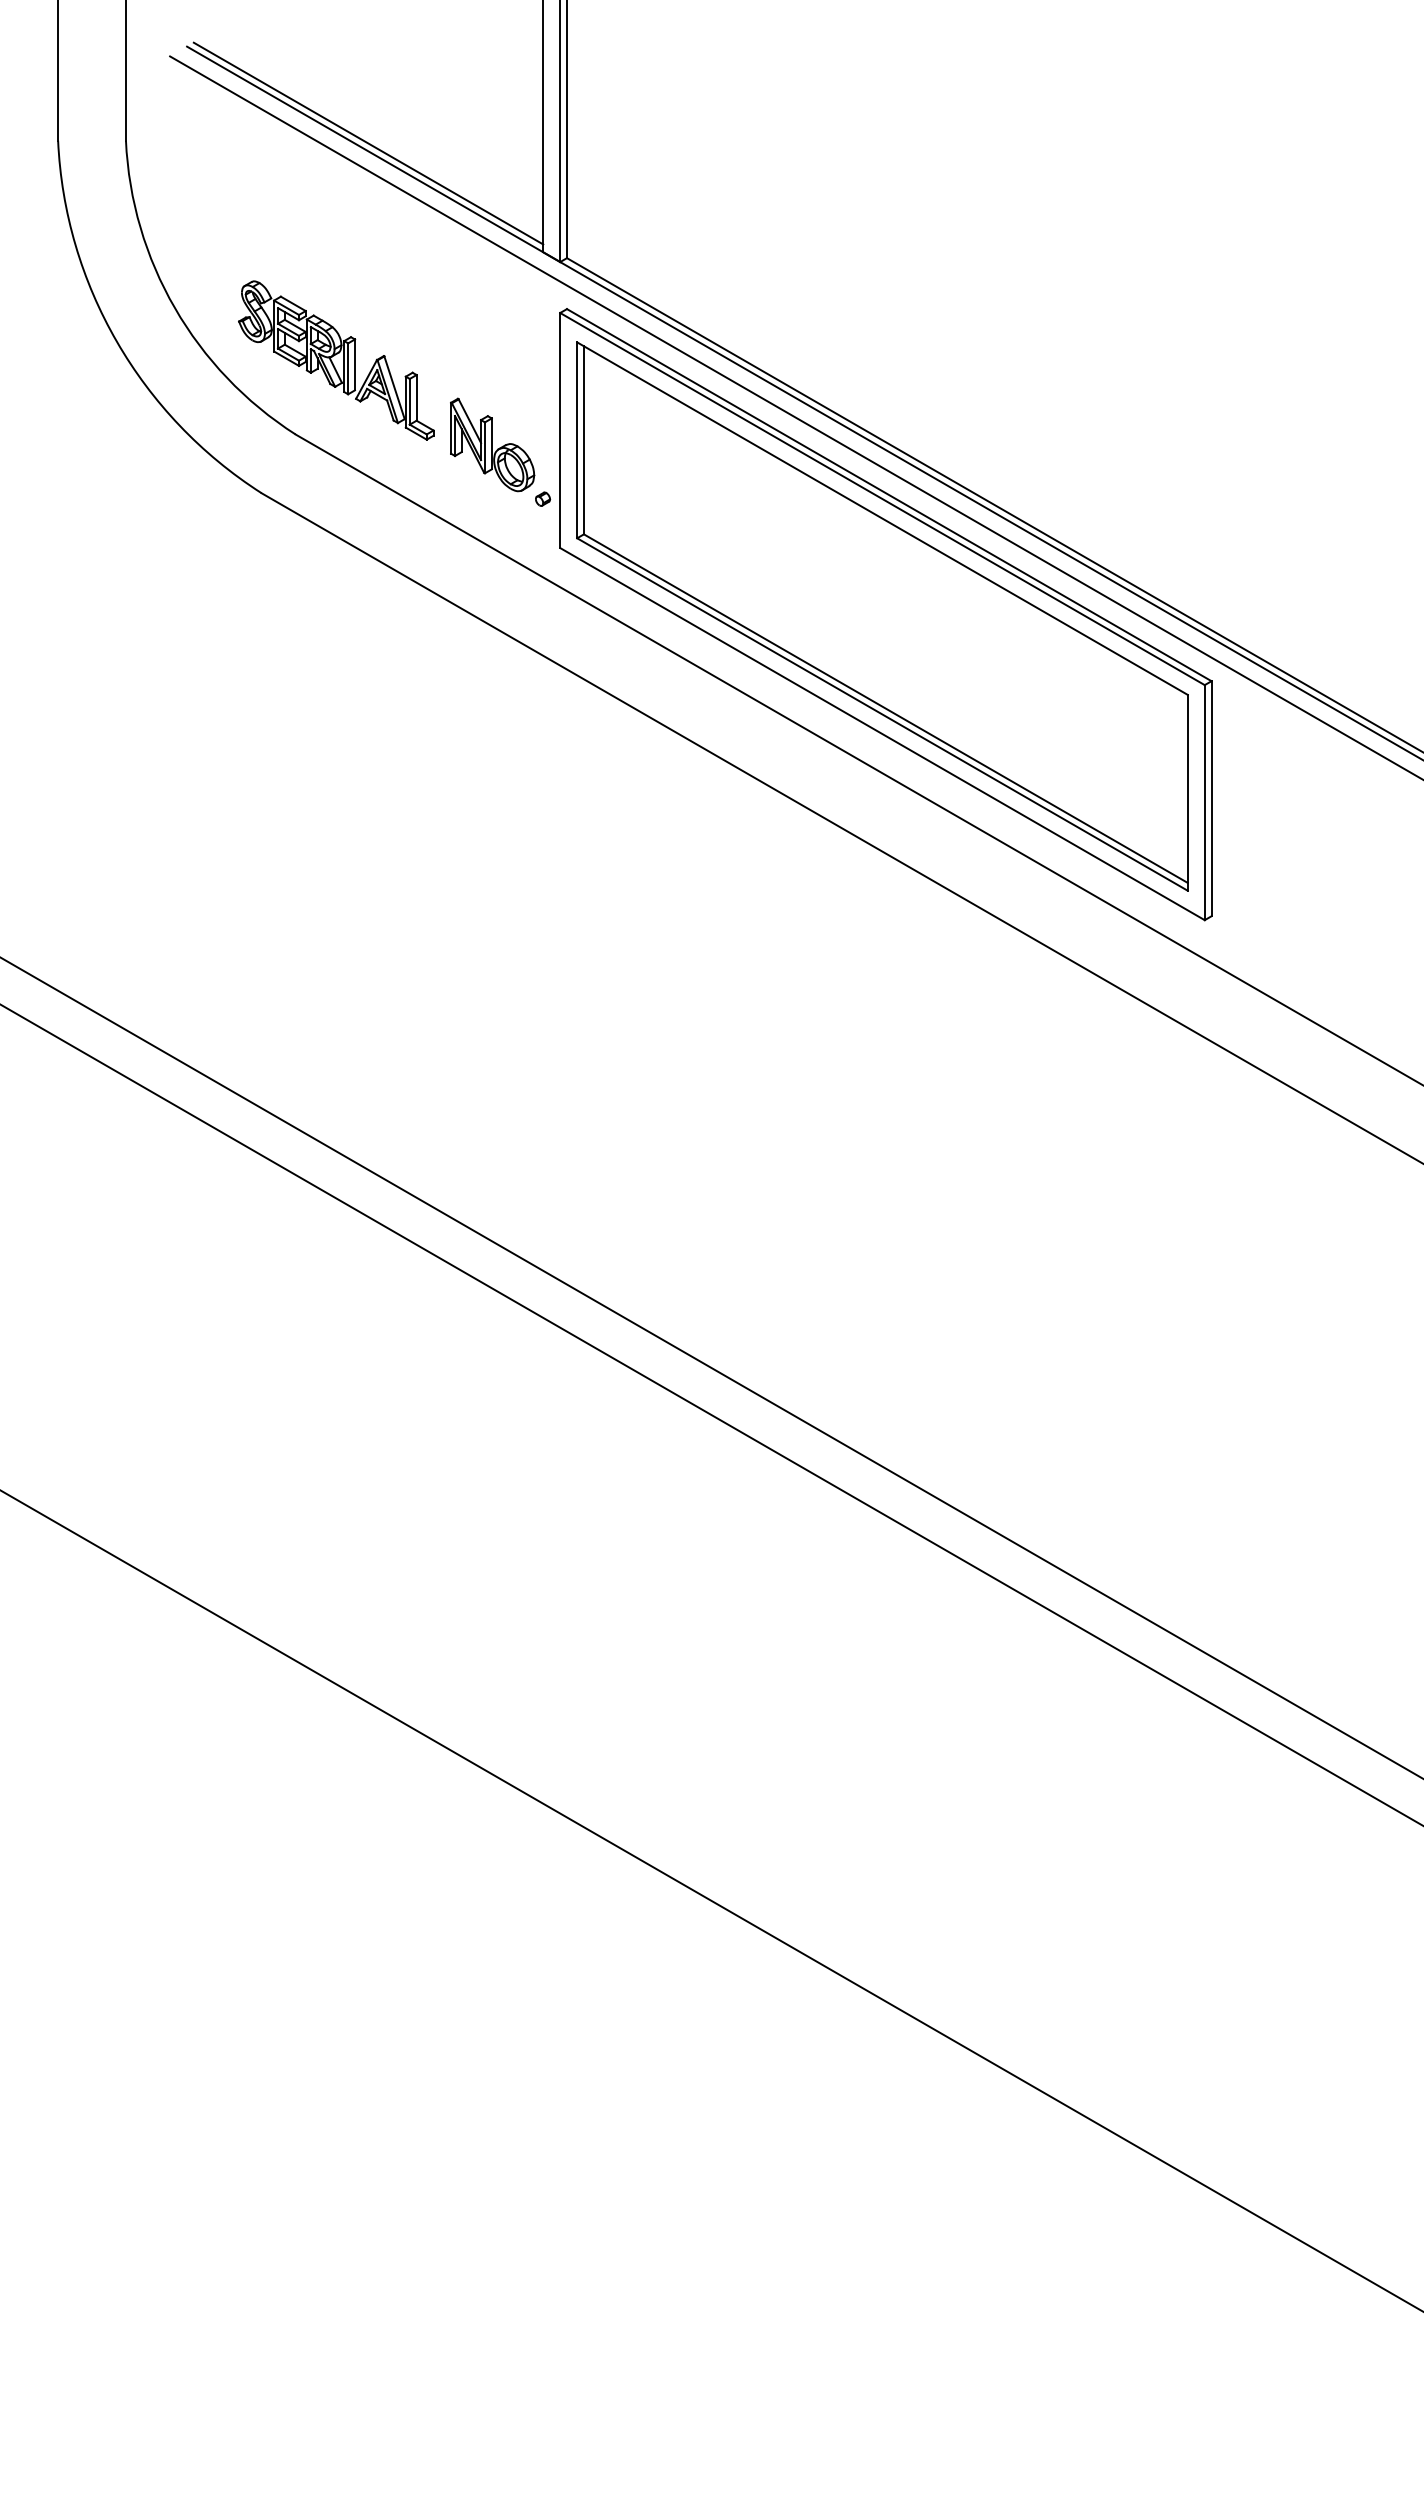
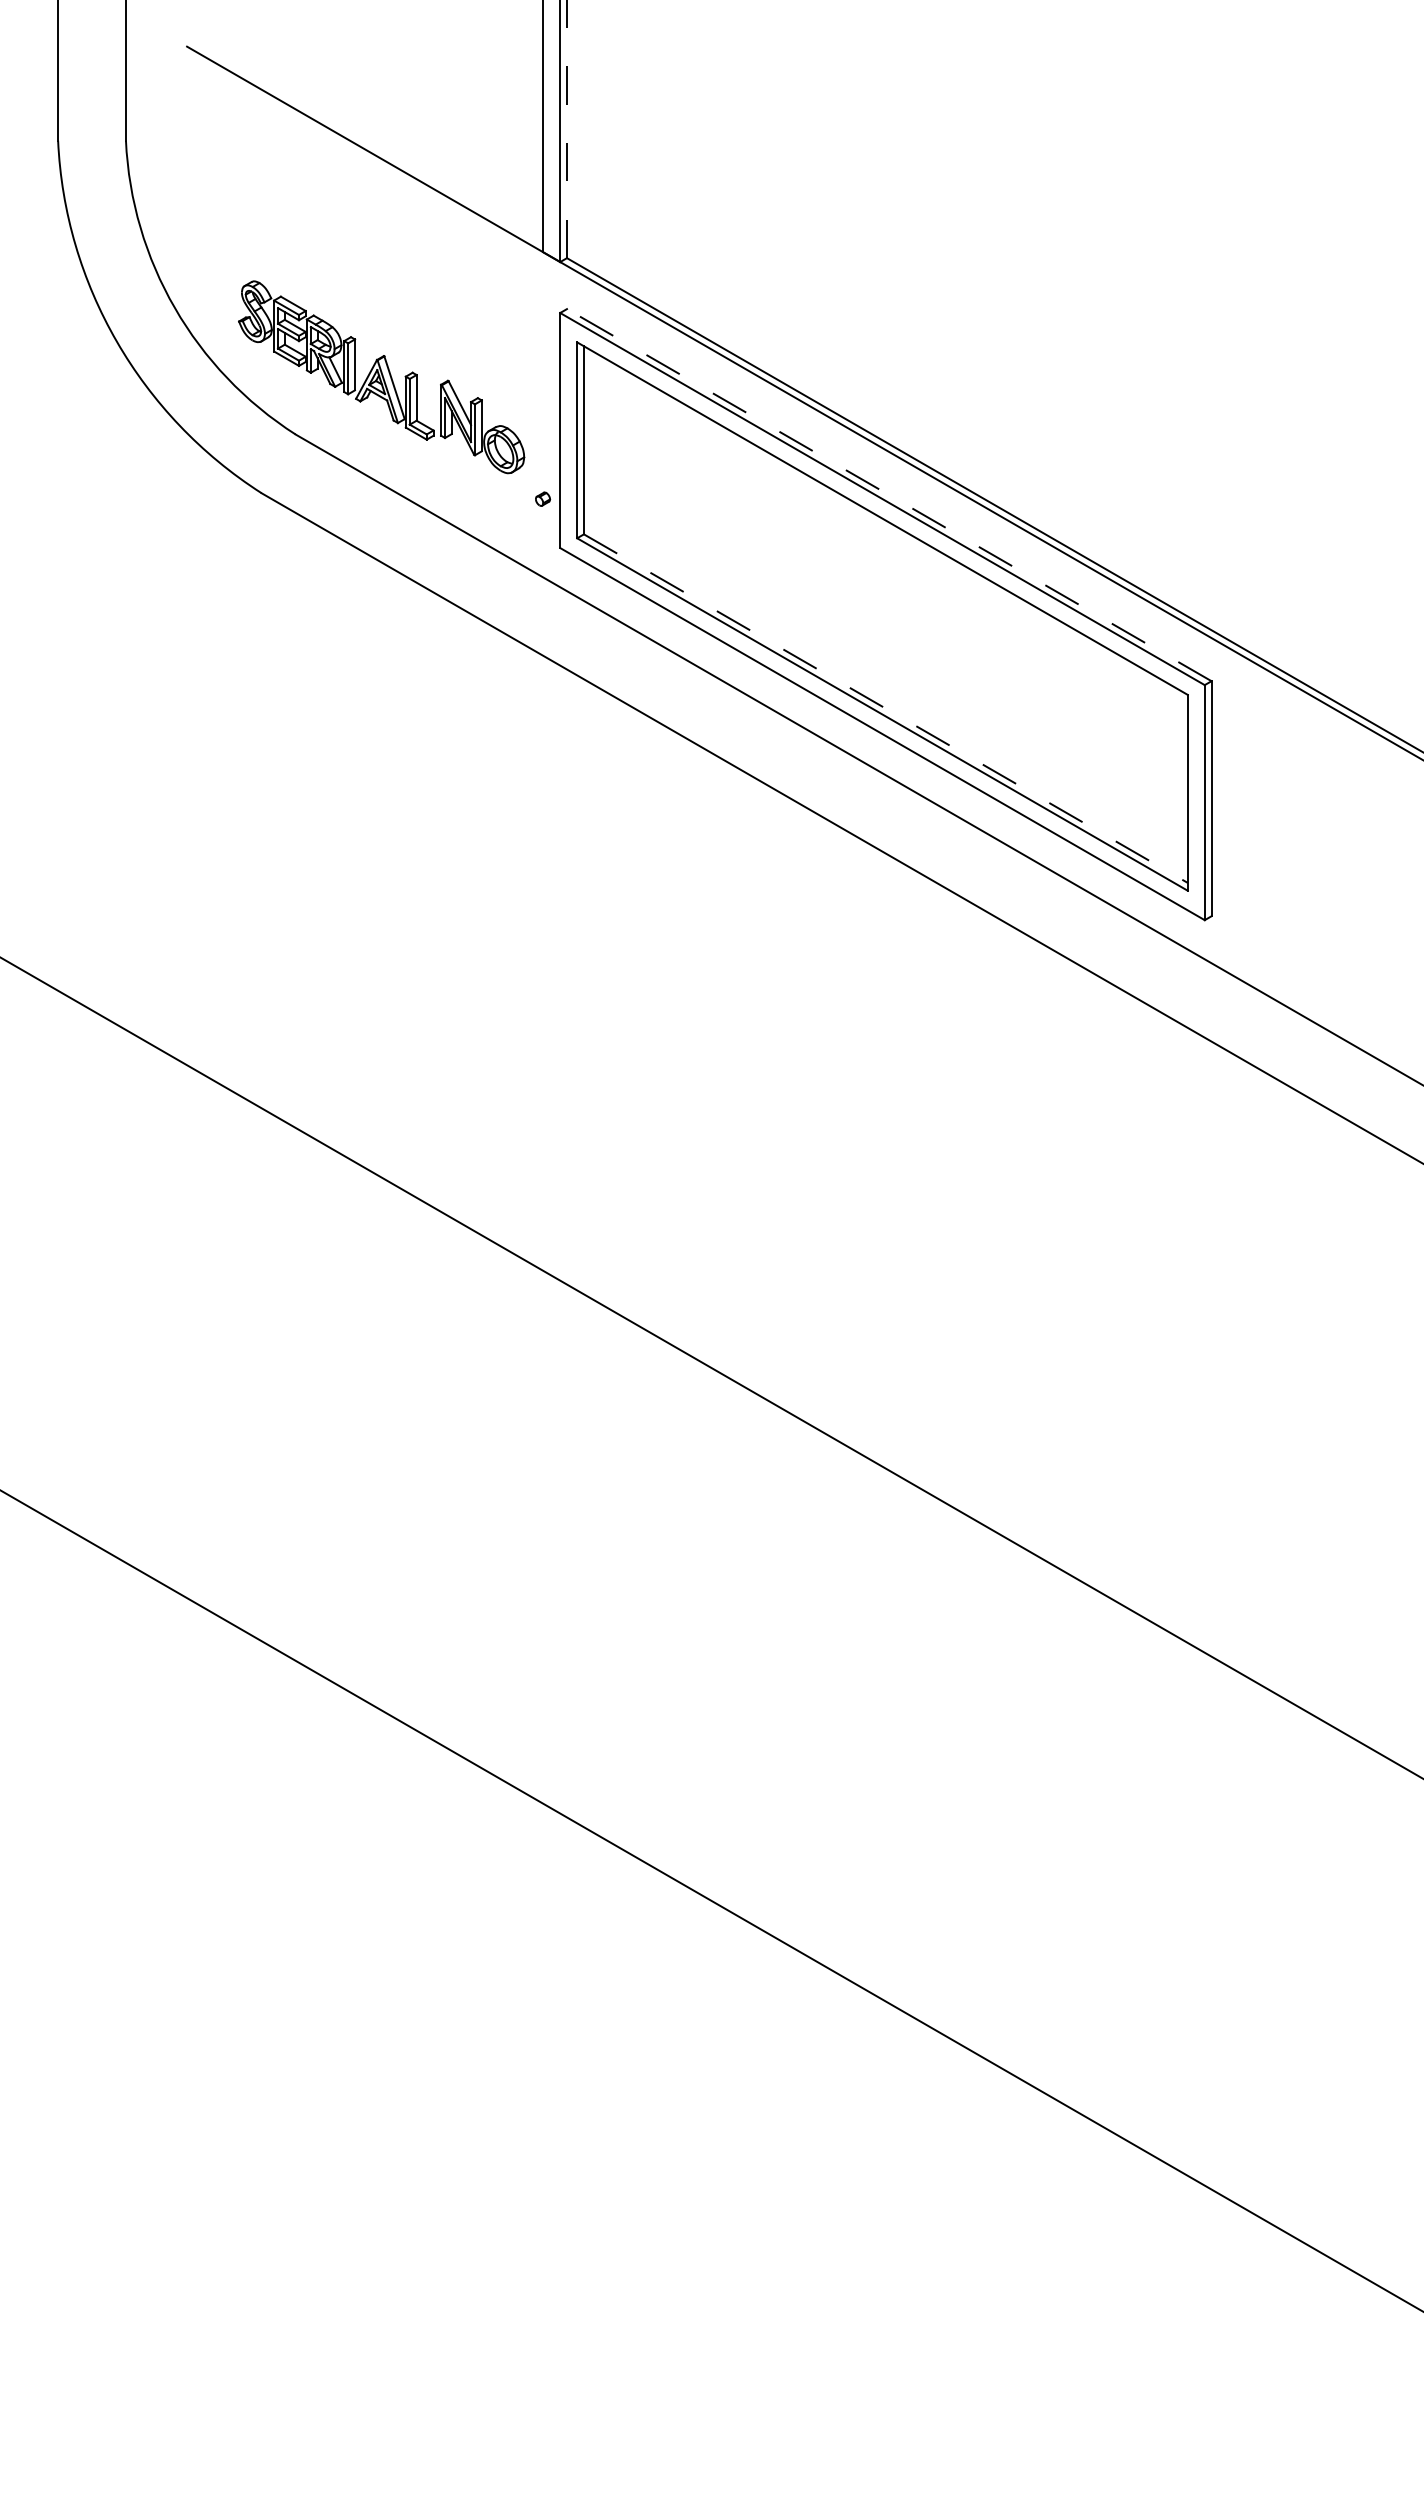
line at (566, 129): solid -> dashed
line at (368, 143): present -> none
line at (795, 417): present -> none
part at (492, 444) position: (492, 444) -> (482, 426)
line at (888, 494): solid -> dashed
line at (885, 708): solid -> dashed
line at (711, 1414): present -> none
